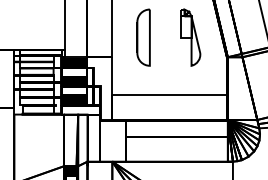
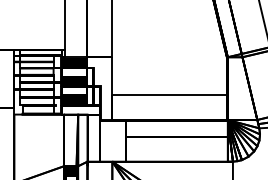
part at (143, 37): present -> none
part at (190, 37): present -> none
